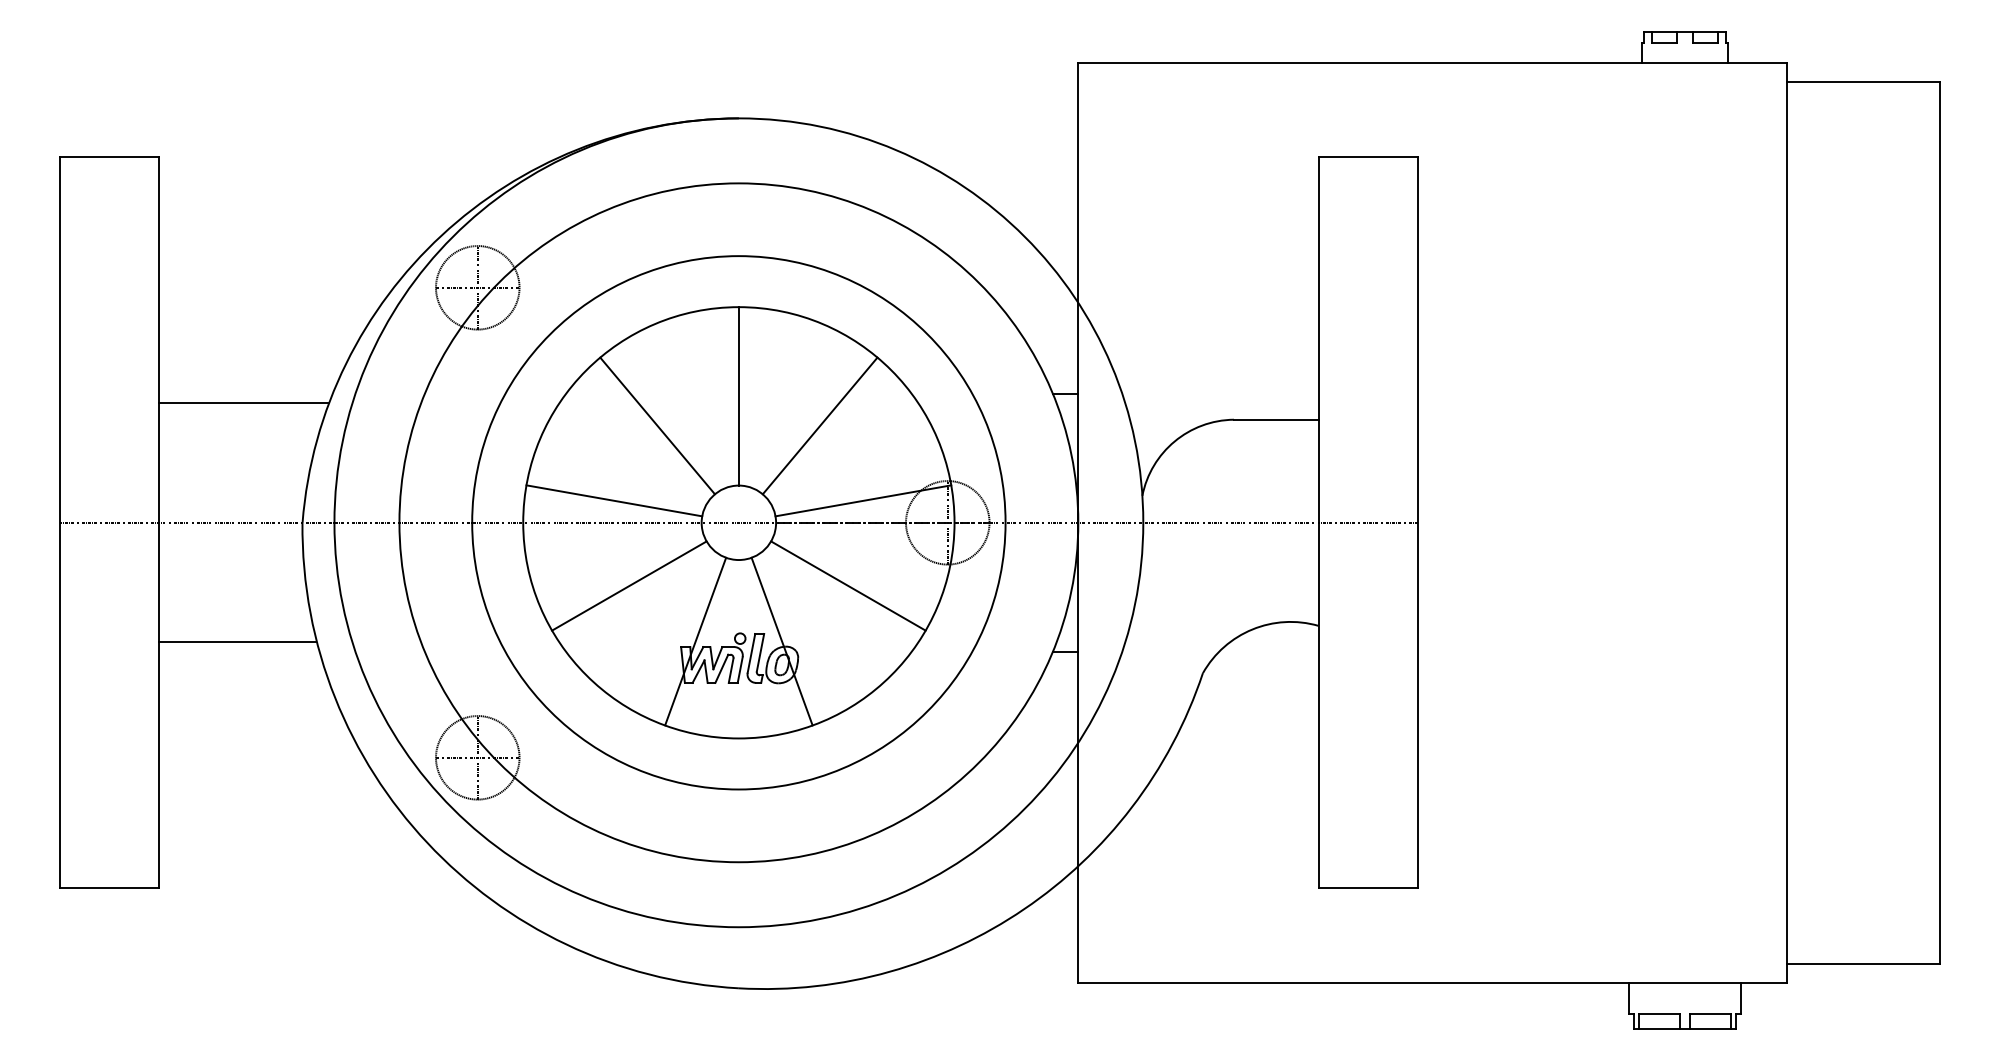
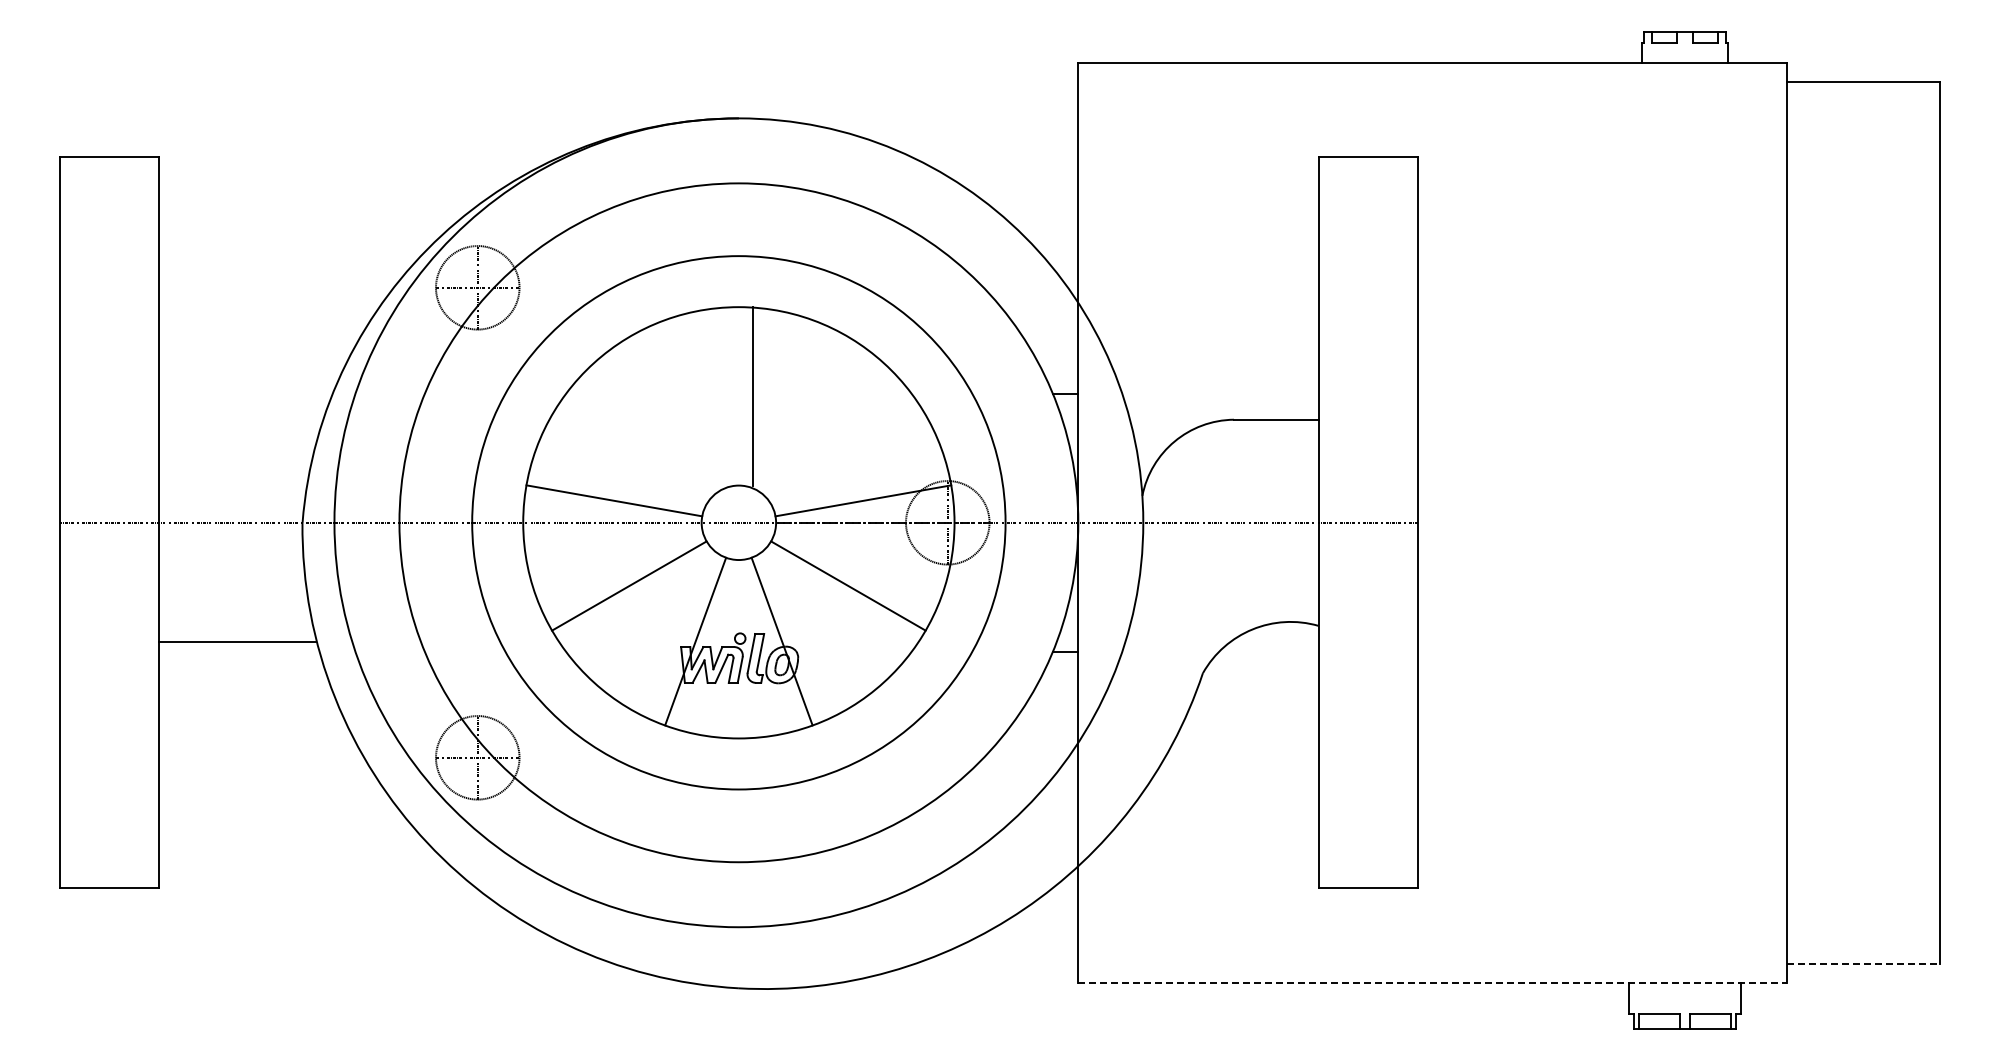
line at (738, 396) position: (738, 396) -> (752, 396)
line at (243, 403): present -> none
line at (657, 425): present -> none
line at (819, 425): present -> none
line at (1864, 963): solid -> dashed
line at (1433, 983): solid -> dashed
